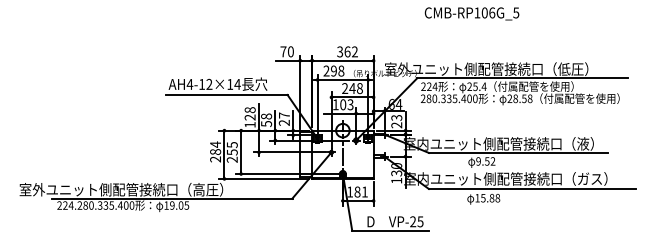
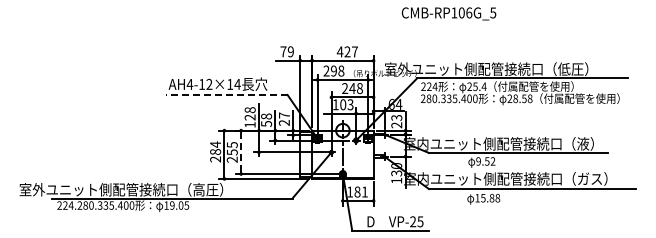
text at (471, 13) position: (471, 13) -> (448, 13)
text at (290, 51): 70 -> 79
text at (346, 51): 362 -> 427
line at (226, 94): solid -> dashed
line at (241, 152): solid -> dashed
